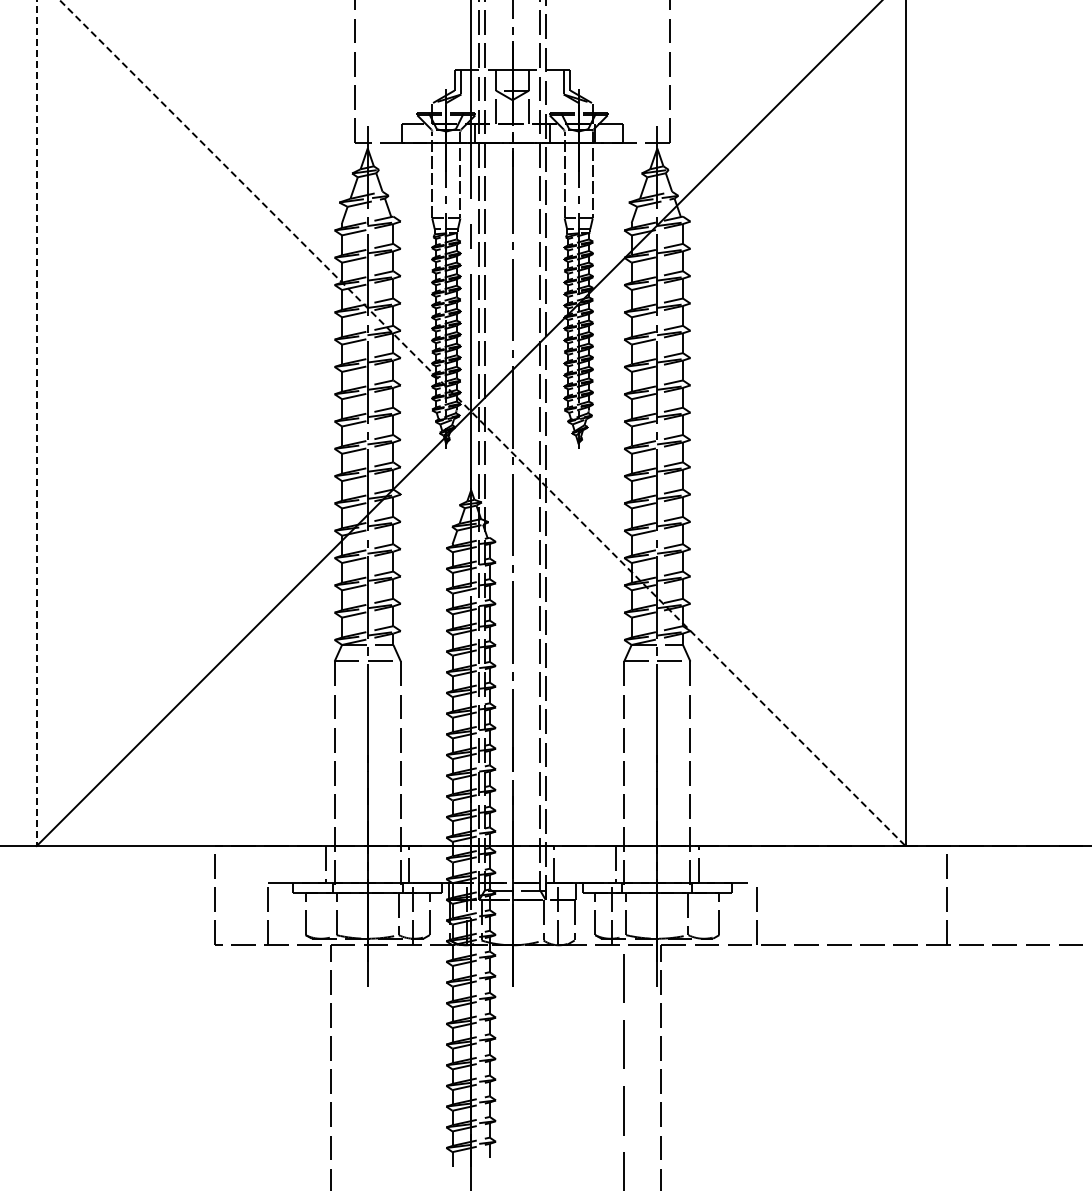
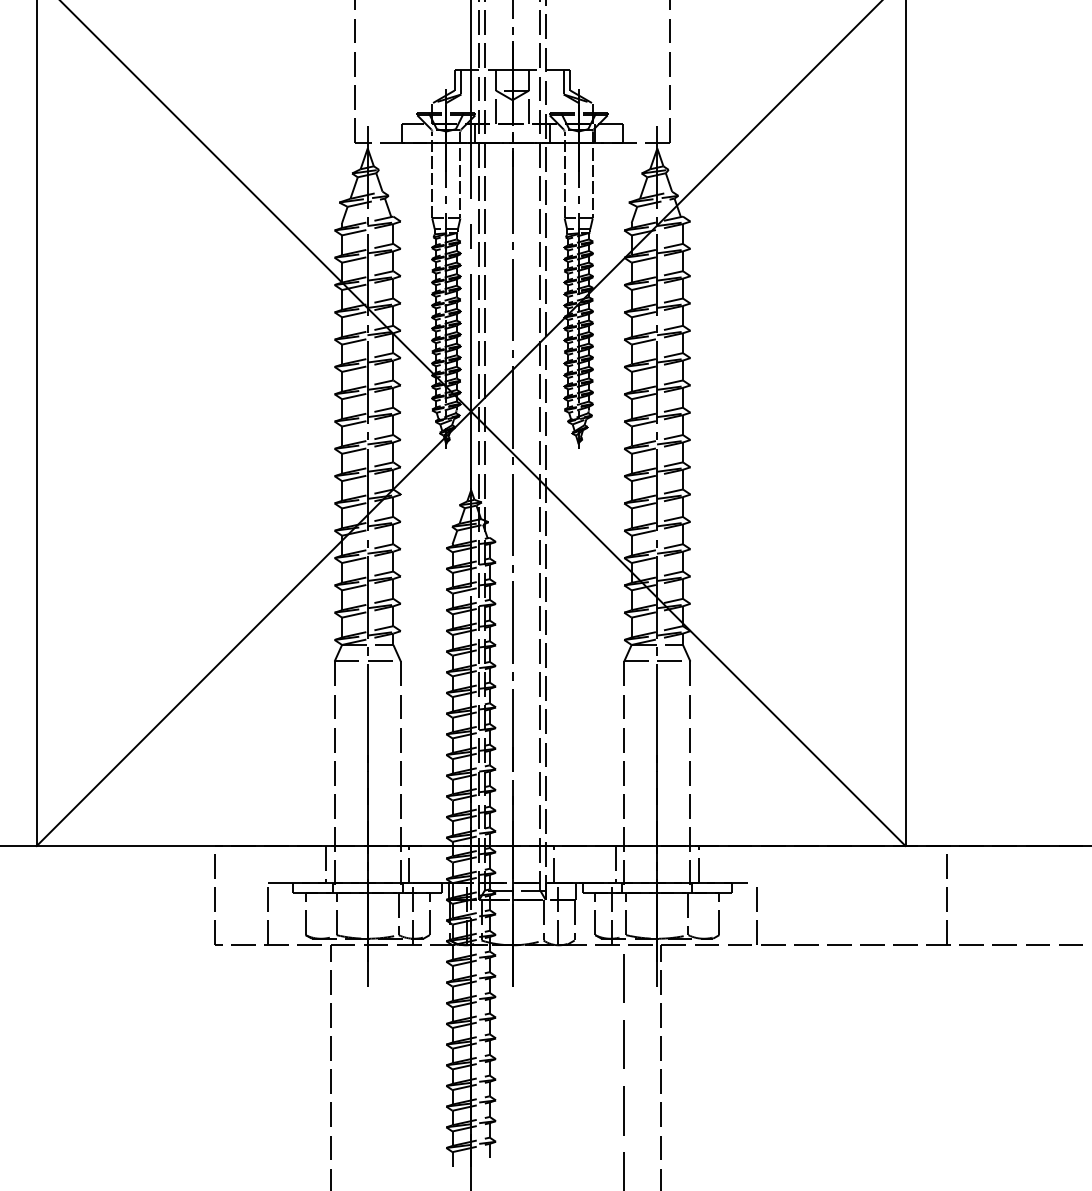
line at (36, 423): dashed -> solid
line at (482, 423): dashed -> solid
